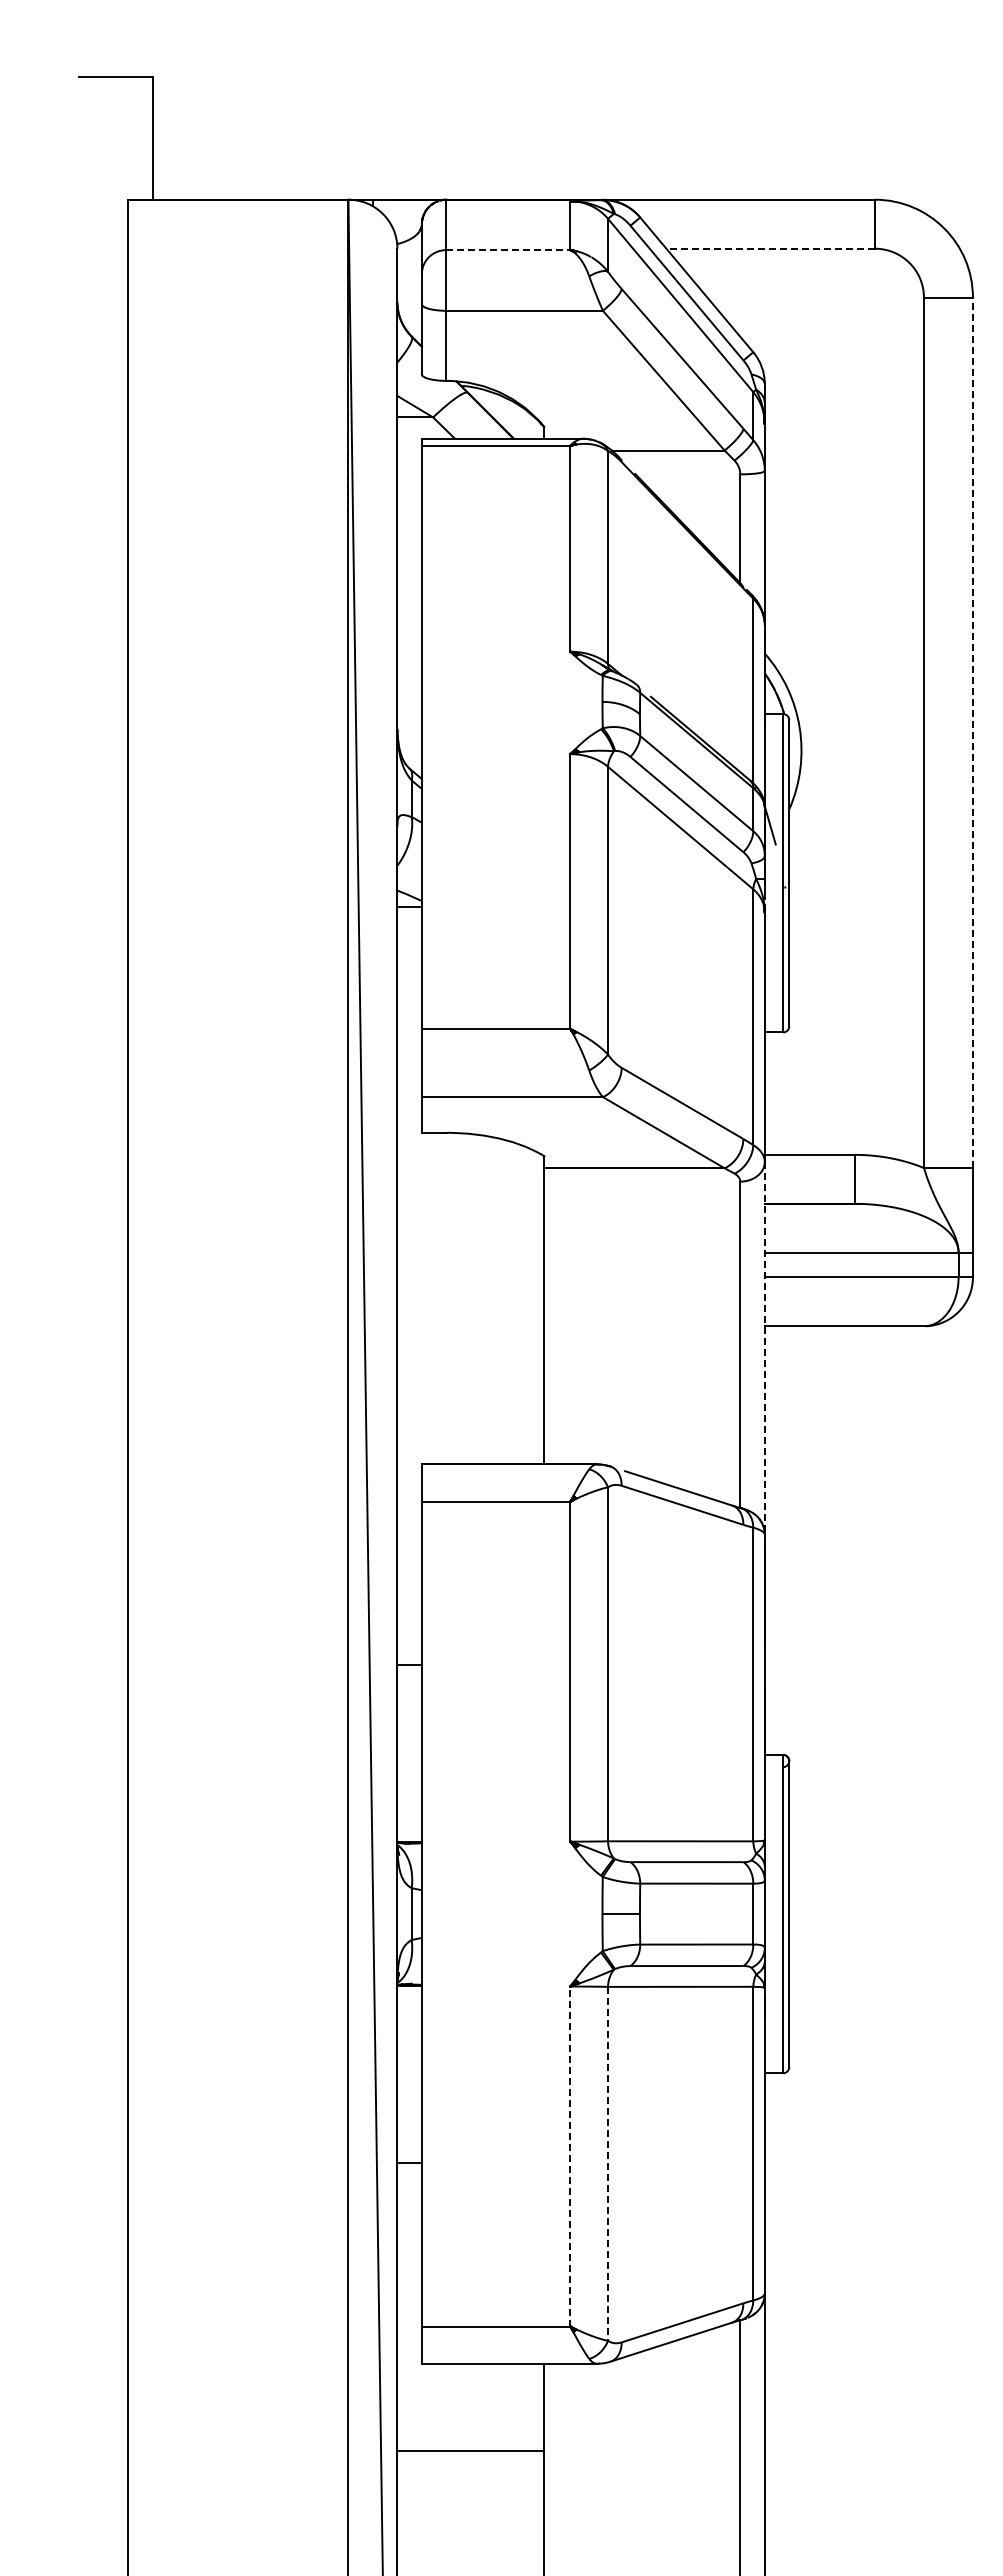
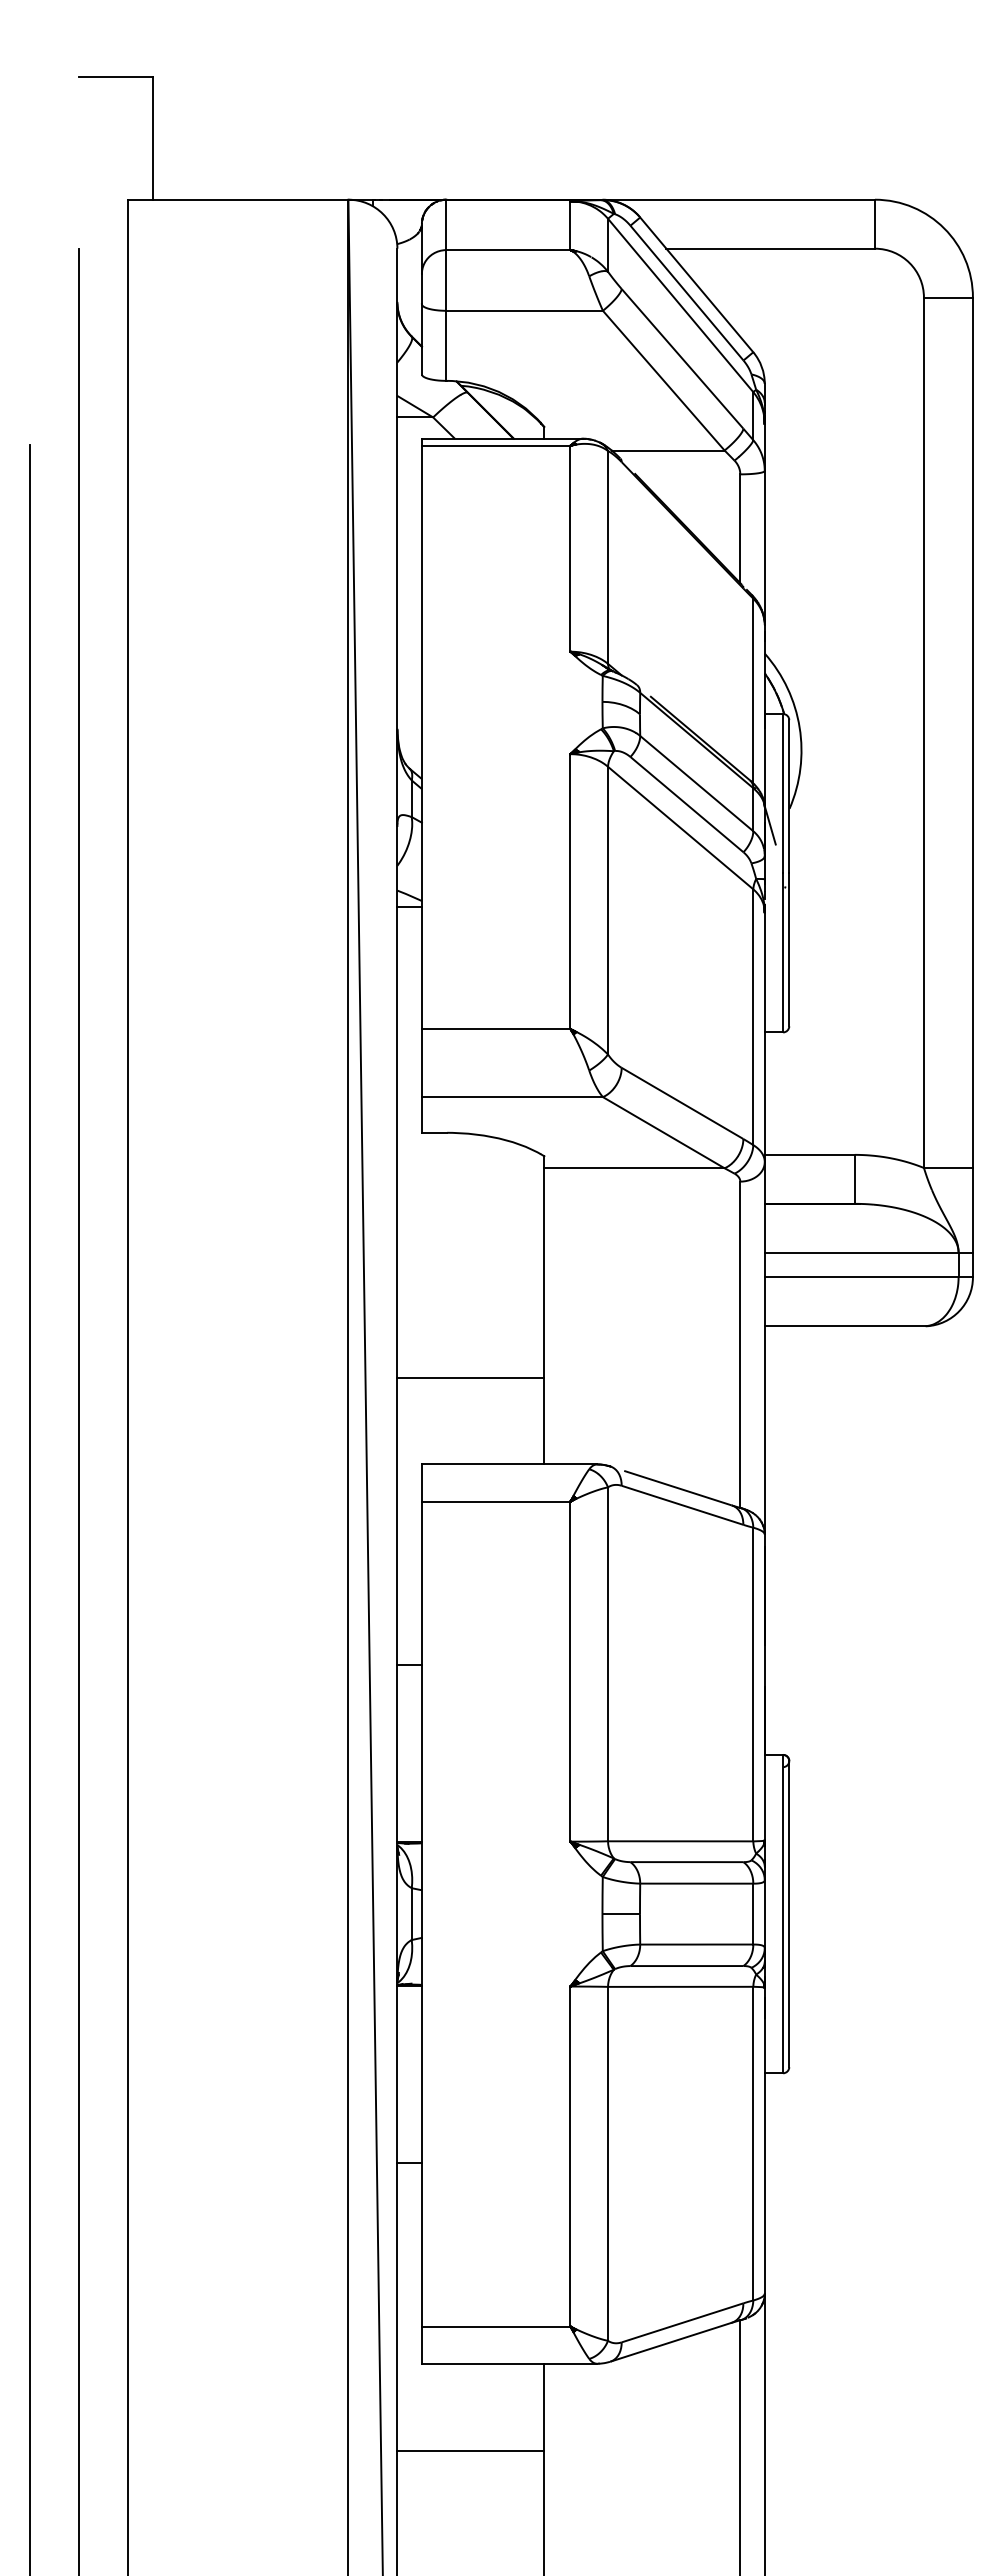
line at (770, 248): dashed -> solid
line at (508, 250): dashed -> solid
line at (972, 732): dashed -> solid
line at (764, 1348): dashed -> solid
line at (470, 1377): none -> present
line at (79, 1410): none -> present
line at (30, 1508): none -> present
line at (570, 2156): dashed -> solid
line at (608, 2163): dashed -> solid
